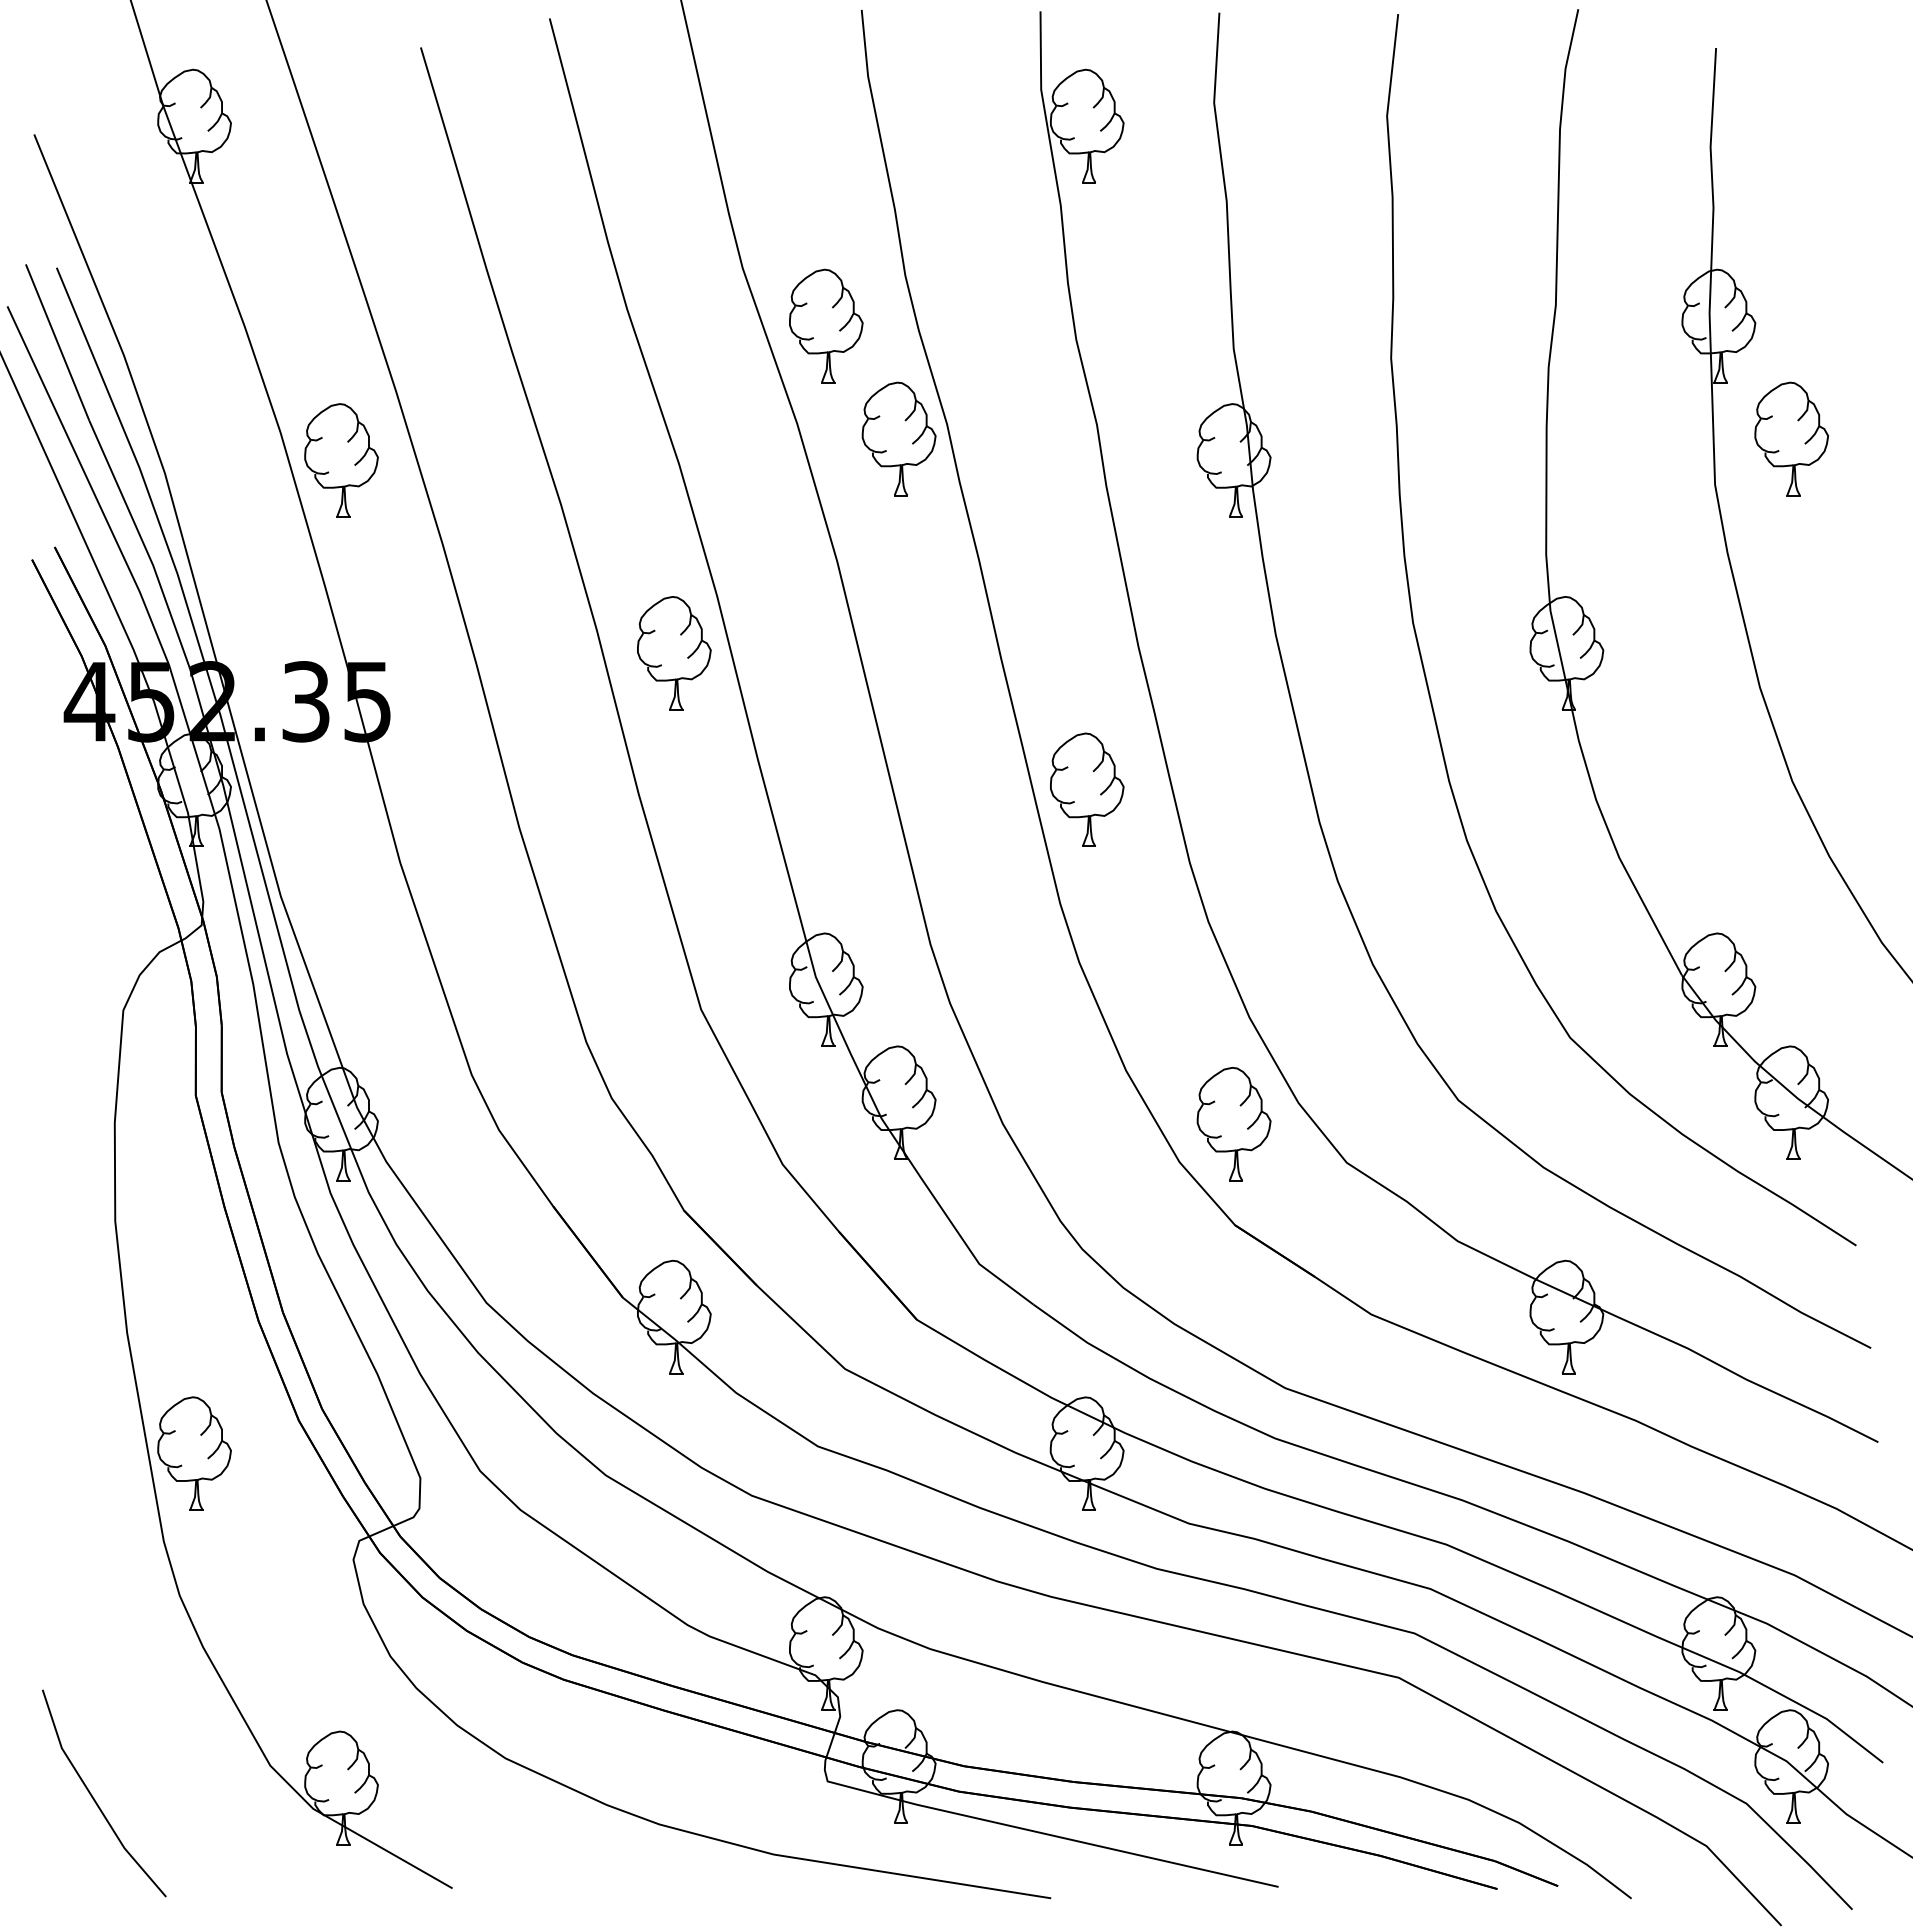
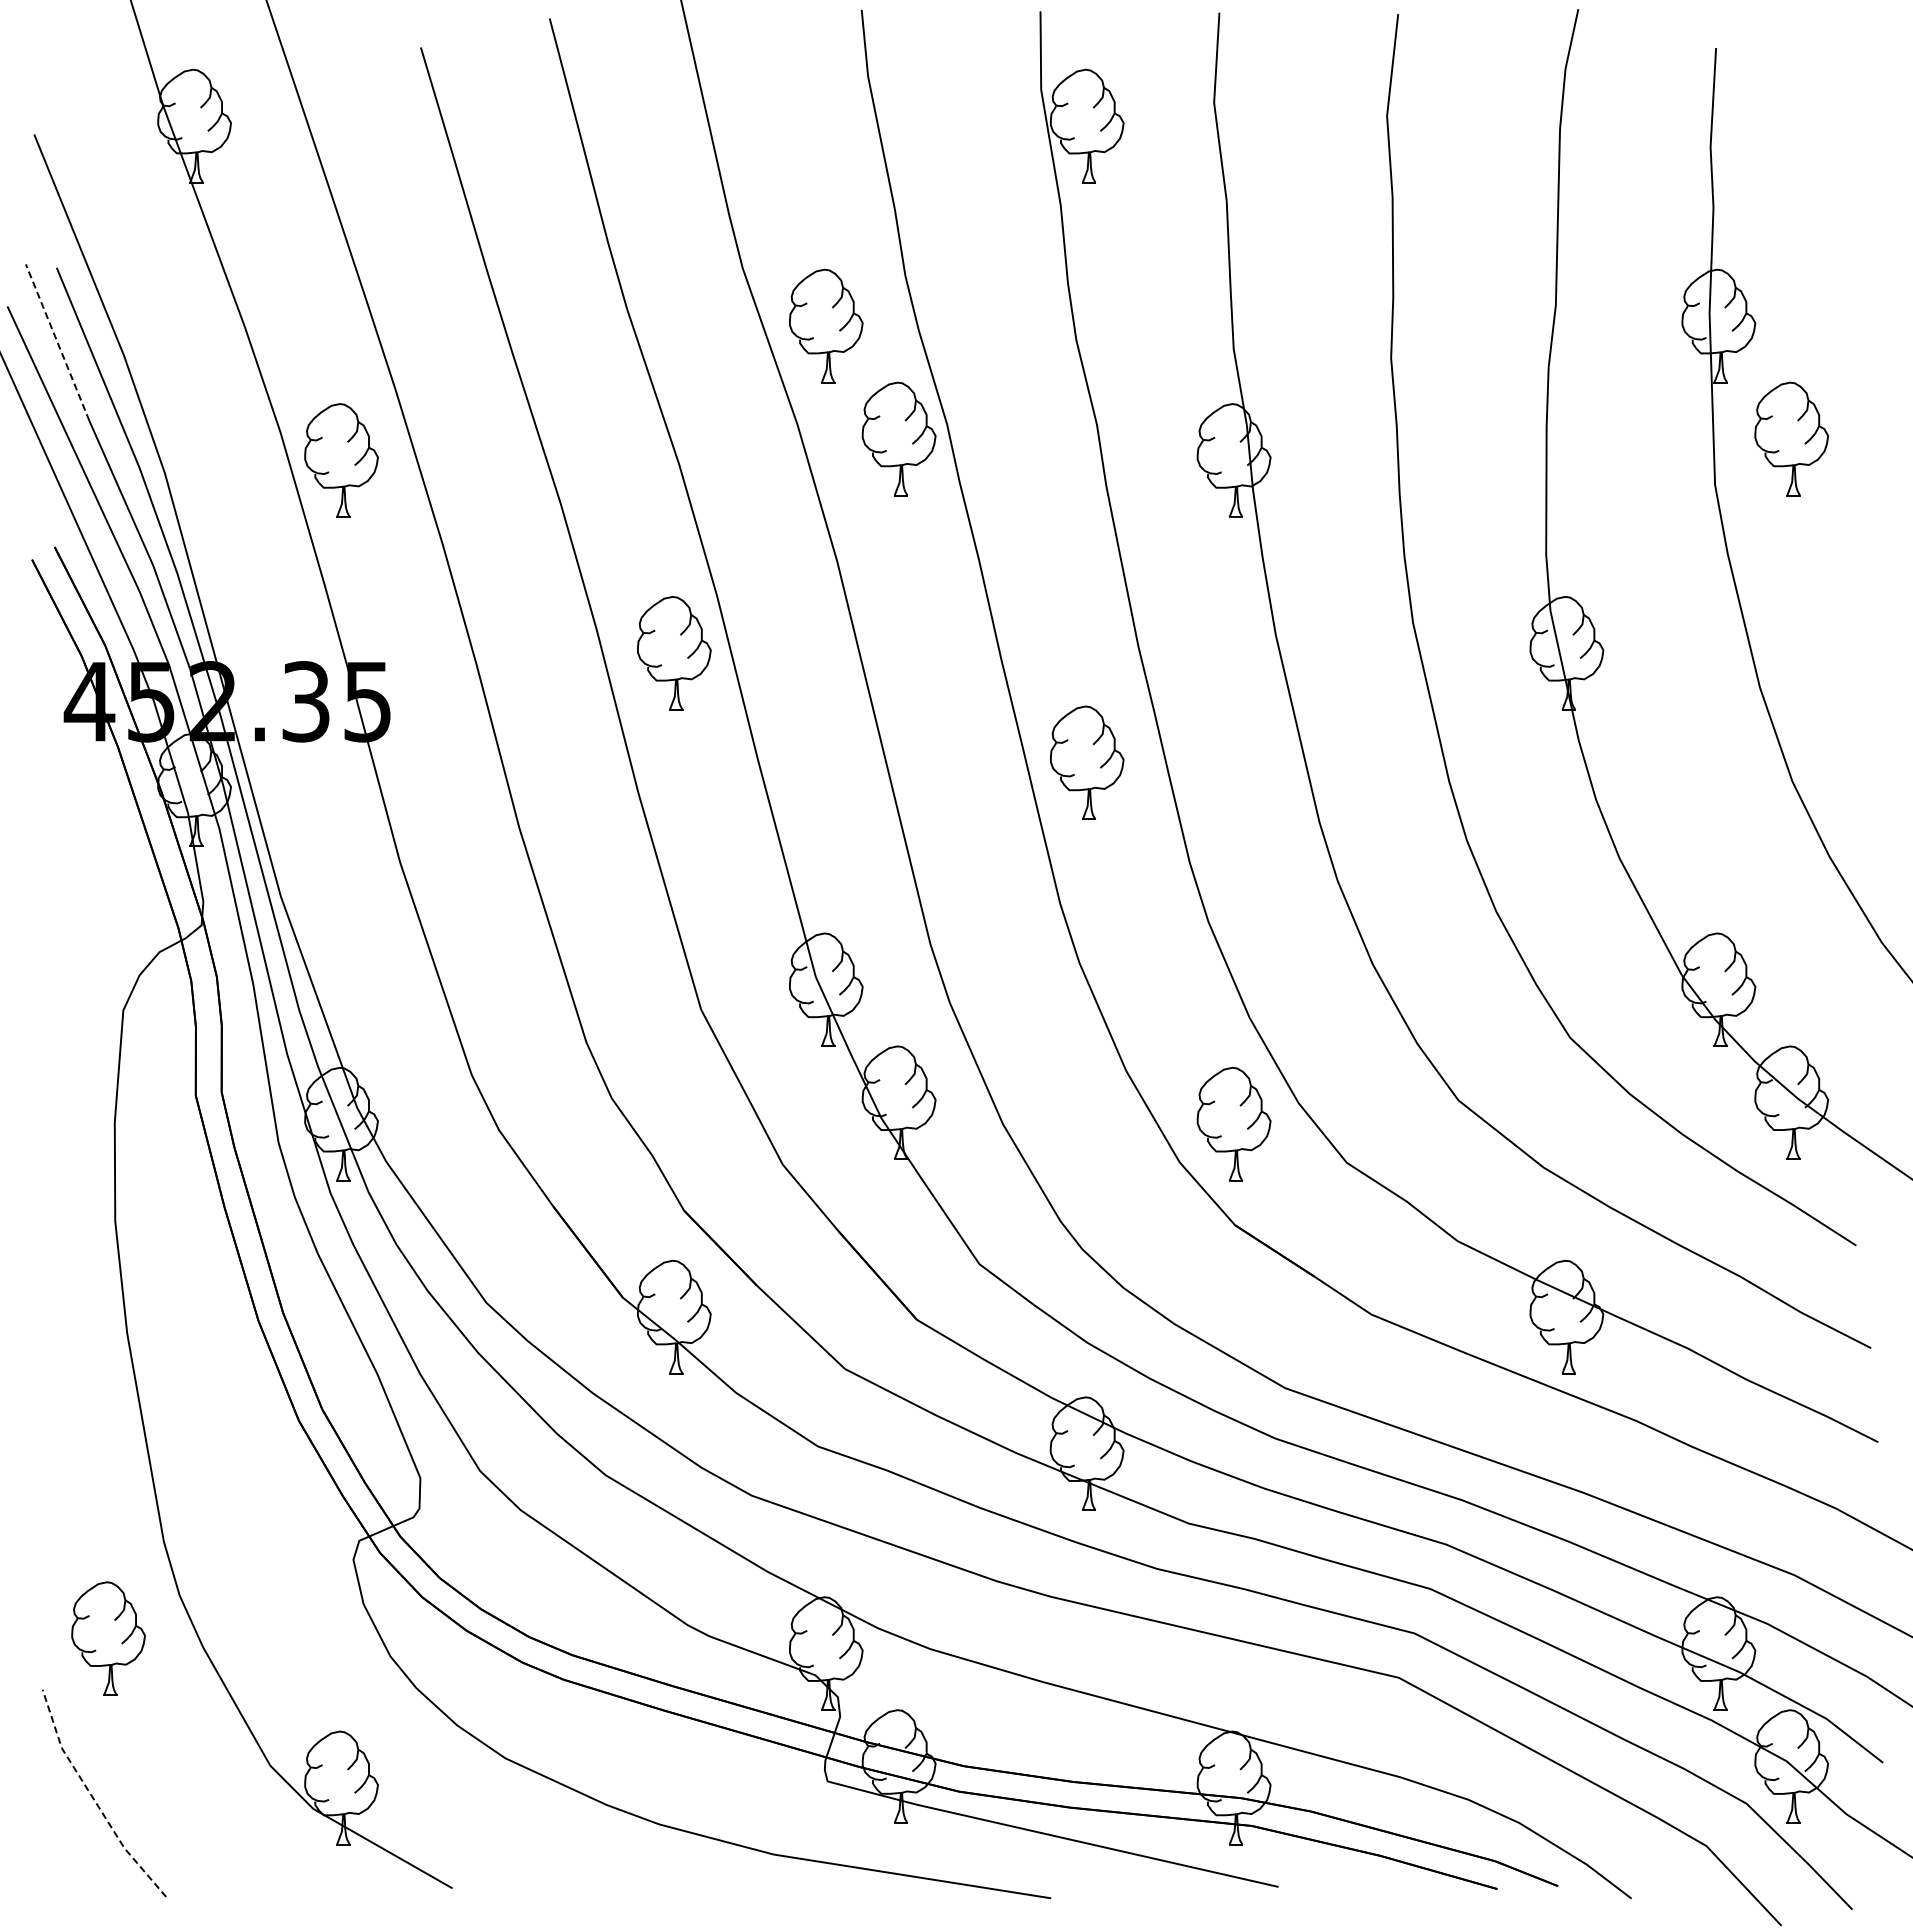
line at (57, 342): solid -> dashed
part at (1087, 789) position: (1087, 789) -> (1087, 762)
part at (194, 1453) position: (194, 1453) -> (108, 1638)
line at (94, 1799): solid -> dashed
